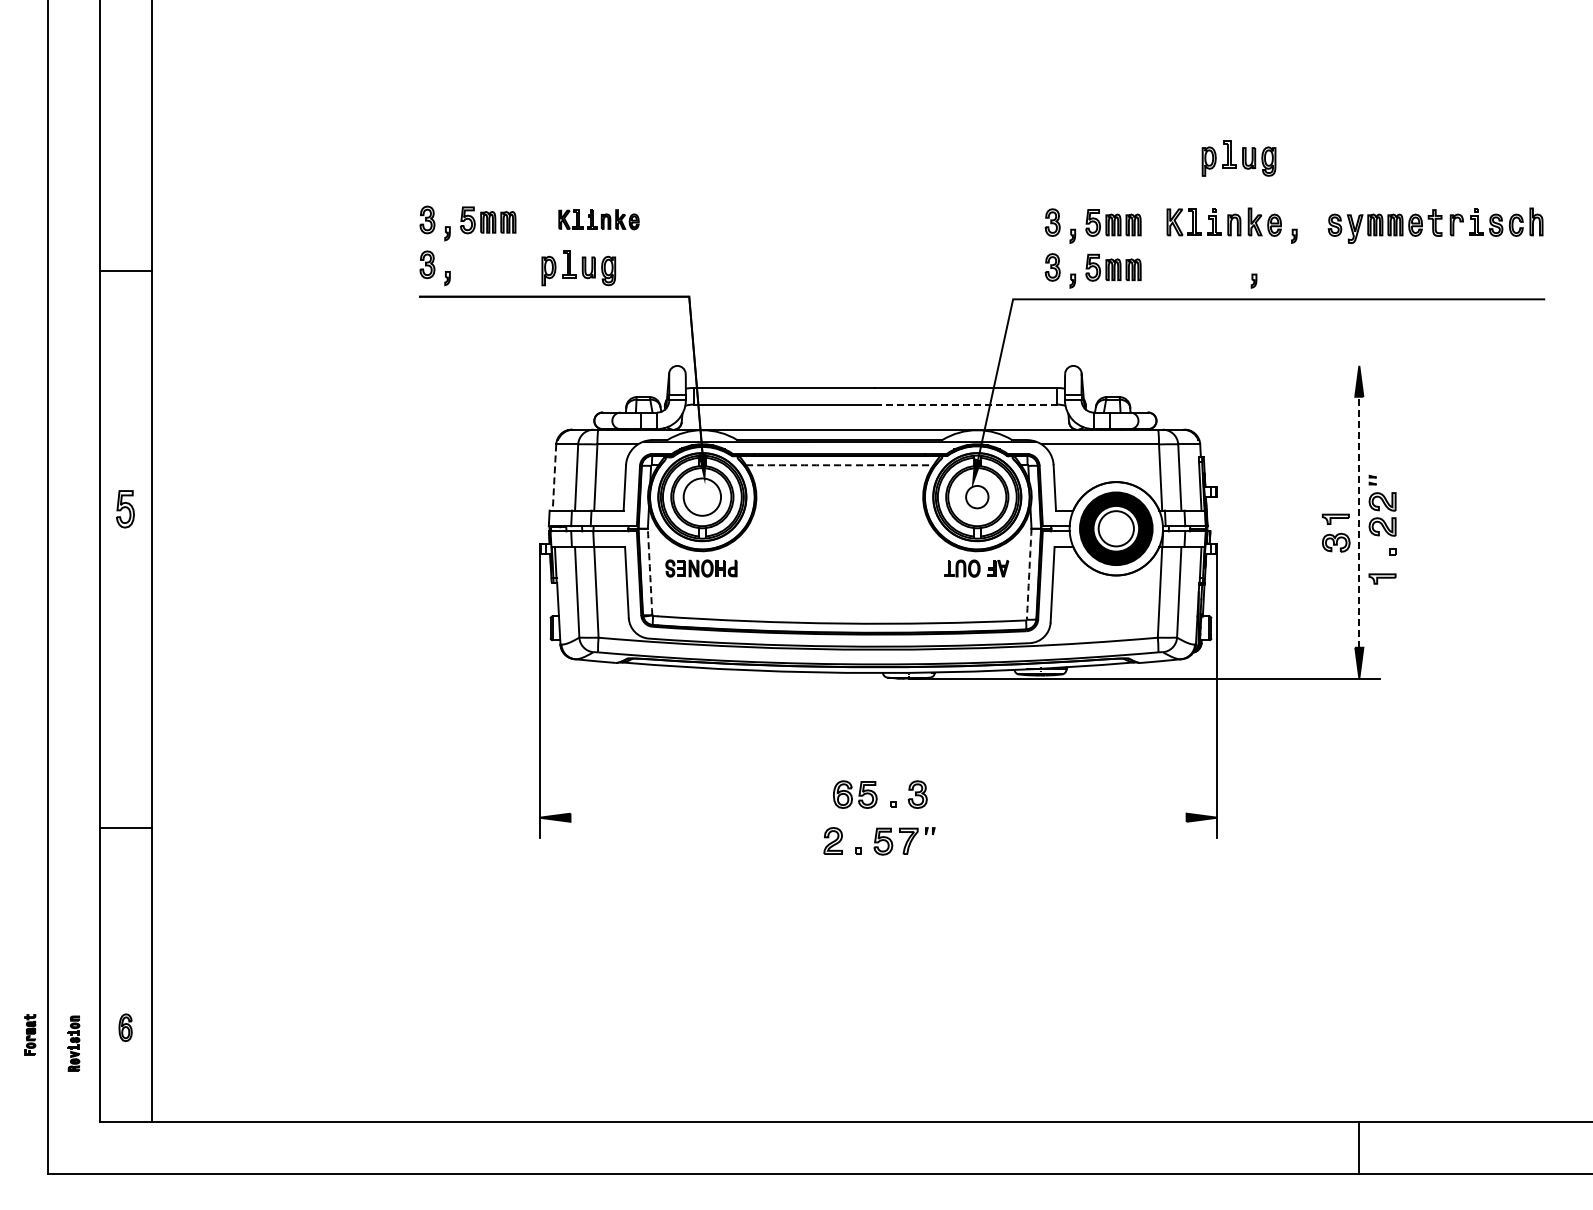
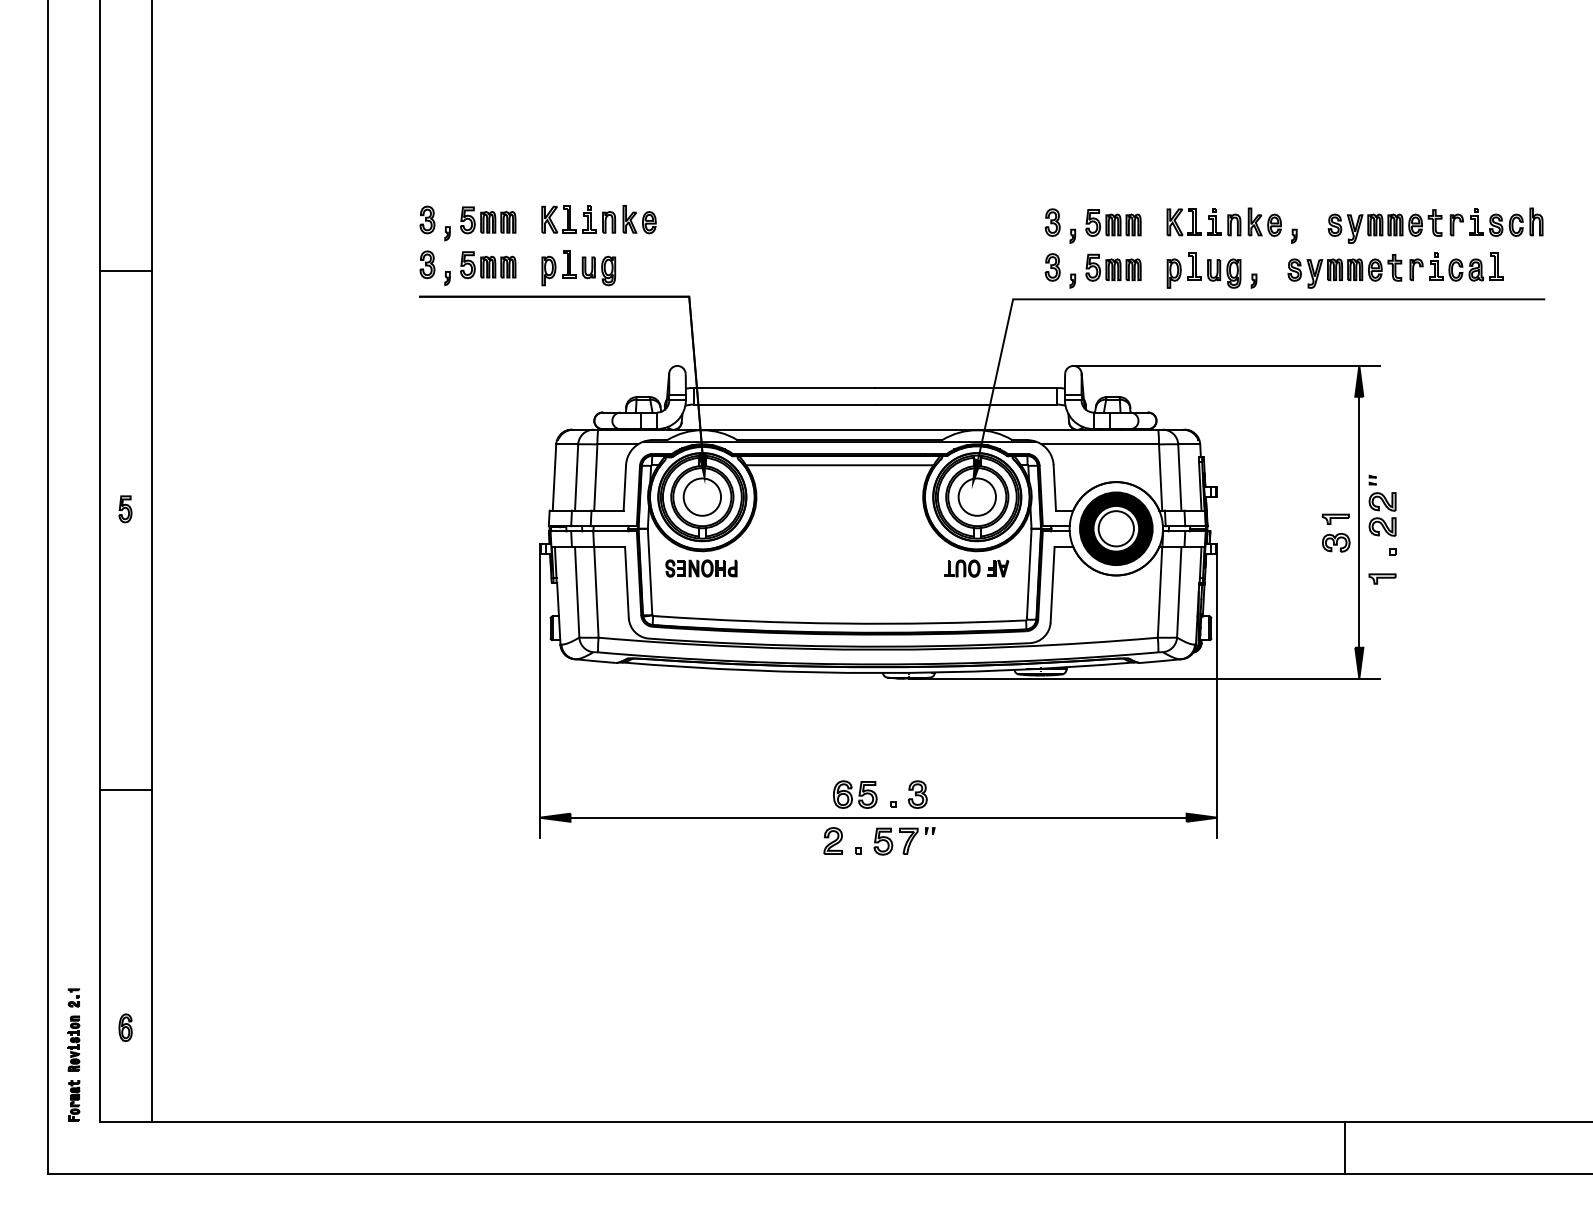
part at (1238, 158) position: (1238, 158) -> (1203, 270)
part at (598, 219) size: 82x22 px -> 116x30 px
part at (488, 265): none -> present
part at (1395, 270): none -> present
line at (1226, 365): none -> present
line at (966, 404): dashed -> solid
arc at (839, 465): dashed -> solid
line at (554, 478): dashed -> solid
circle at (977, 496) diameter: 22 px -> 37 px
part at (125, 509) size: 19x39 px -> 15x29 px
line at (1359, 521): dashed -> solid
arc at (650, 571): dashed -> solid
arc at (1029, 574): dashed -> solid
line at (878, 817): none -> present
line at (125, 827) position: (125, 827) -> (125, 789)
part at (73, 997): none -> present
part at (30, 1034) position: (30, 1034) -> (74, 1100)
line at (1358, 1147) position: (1358, 1147) -> (1344, 1147)
